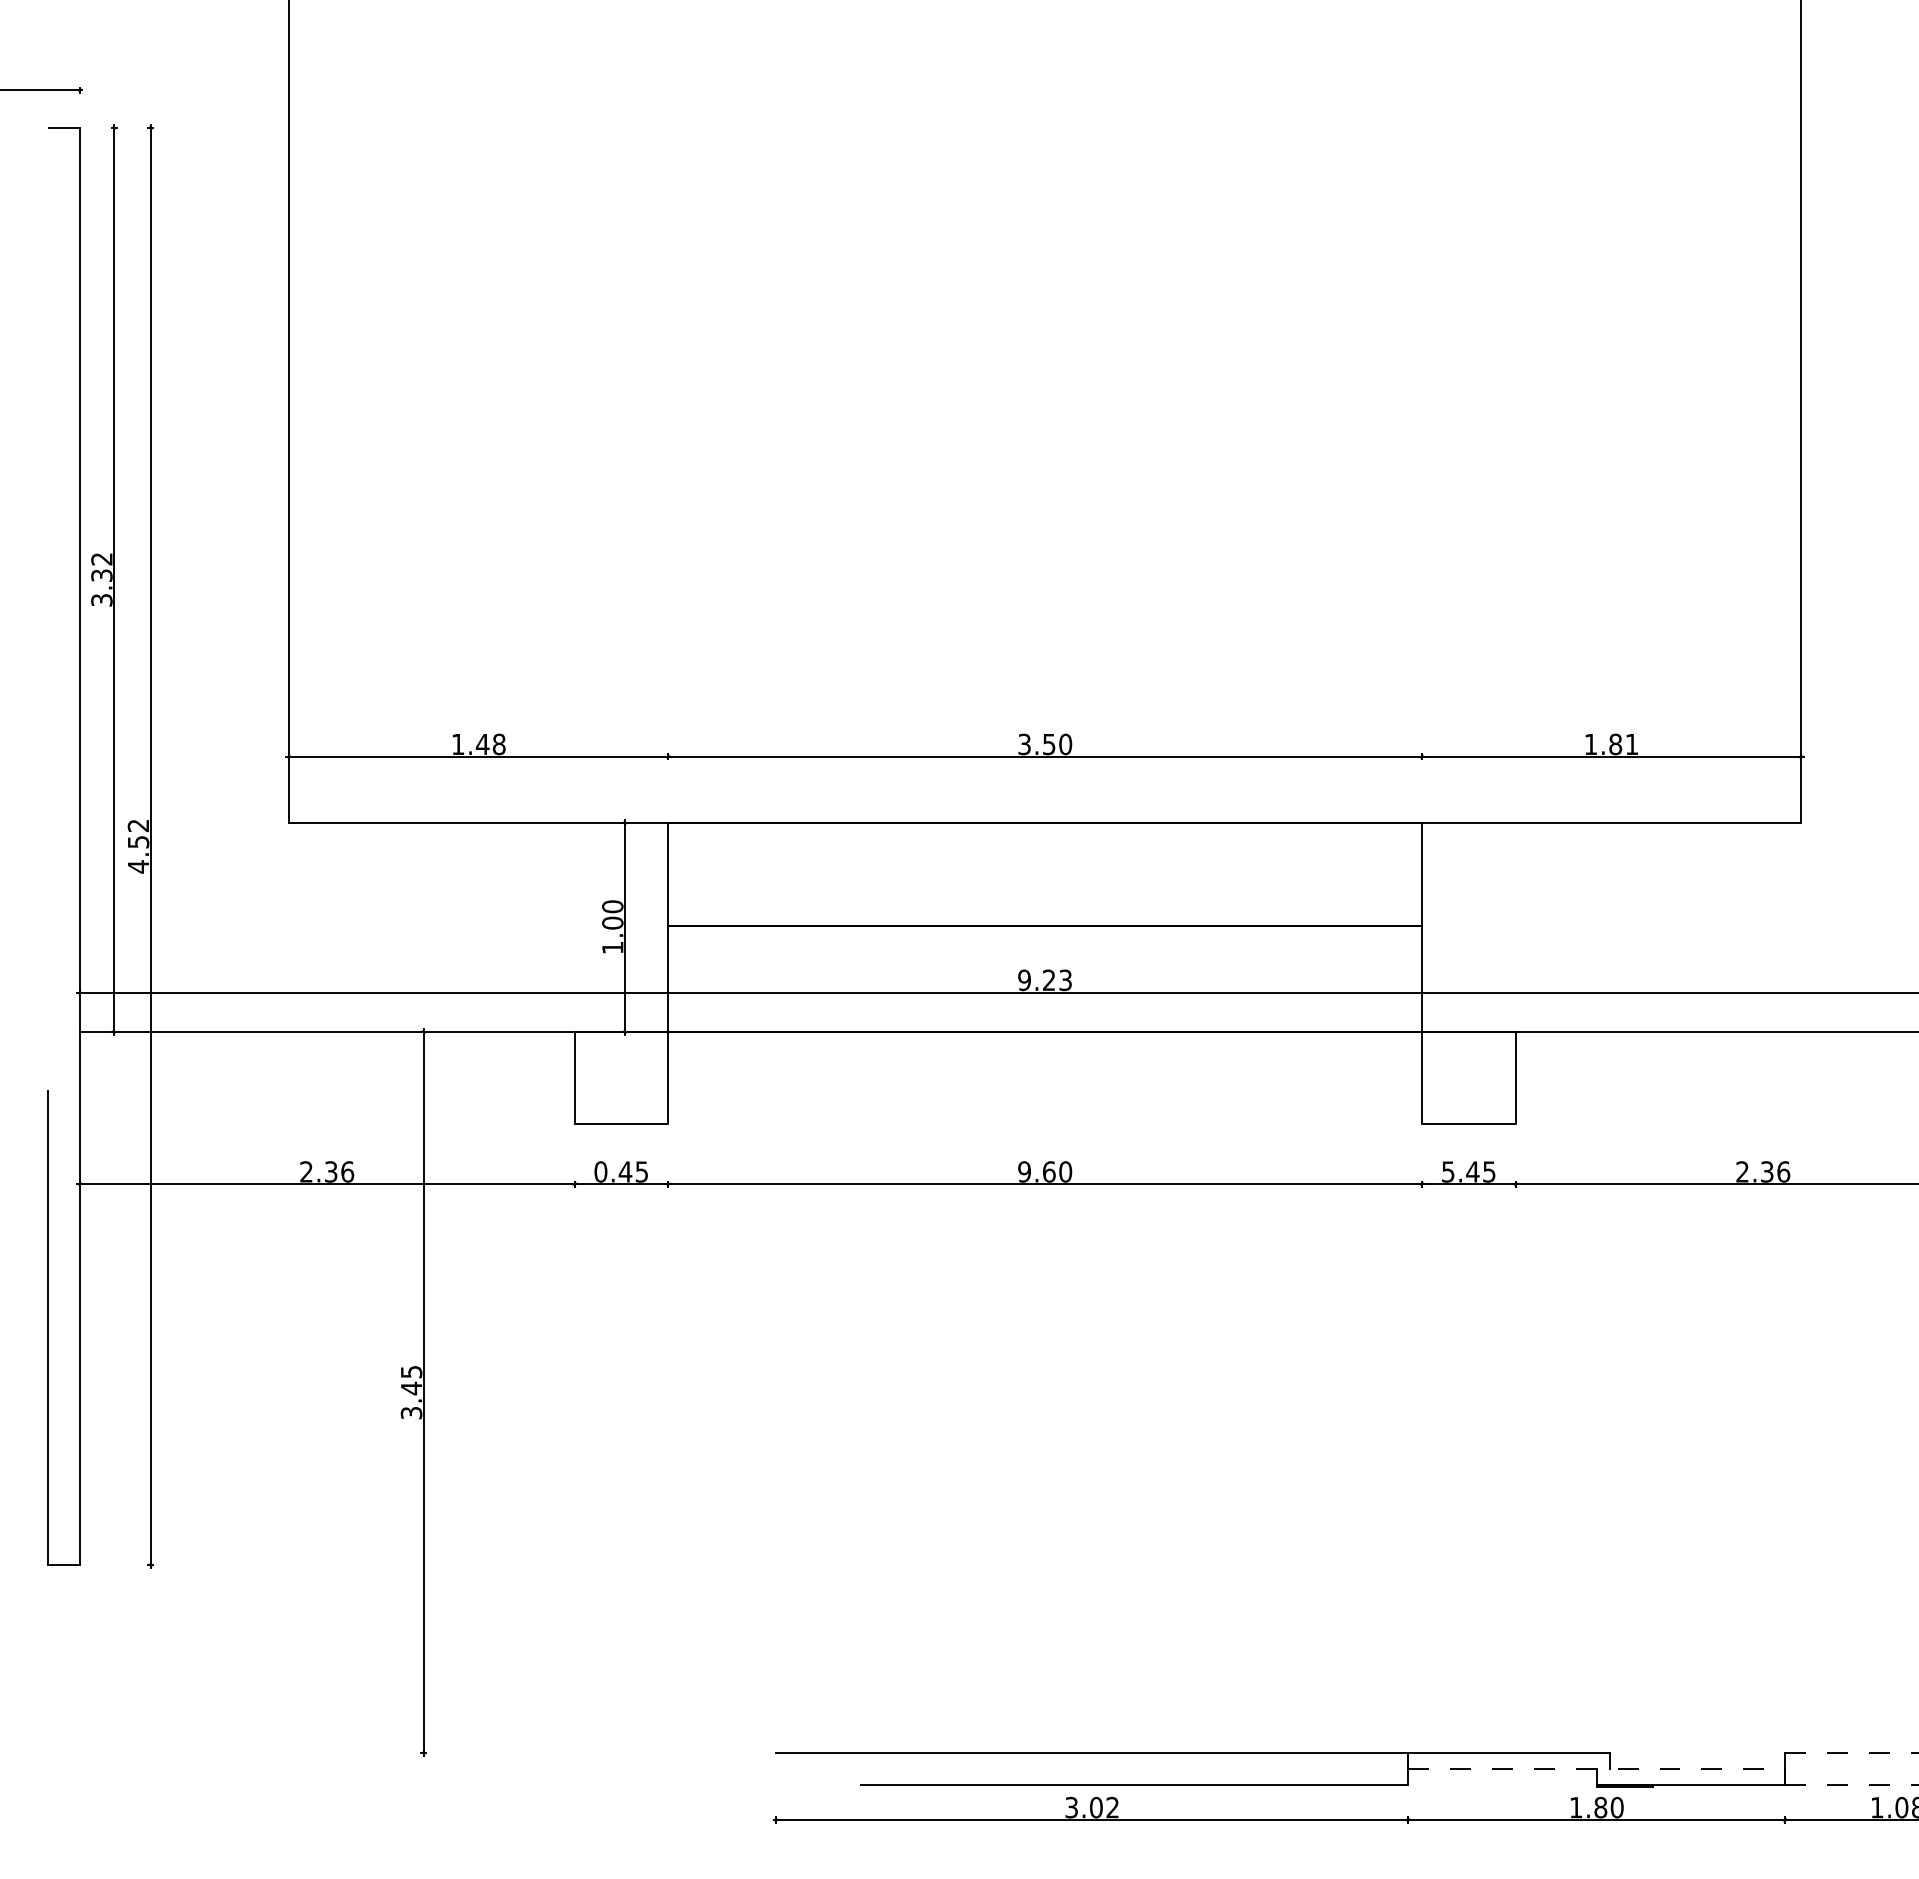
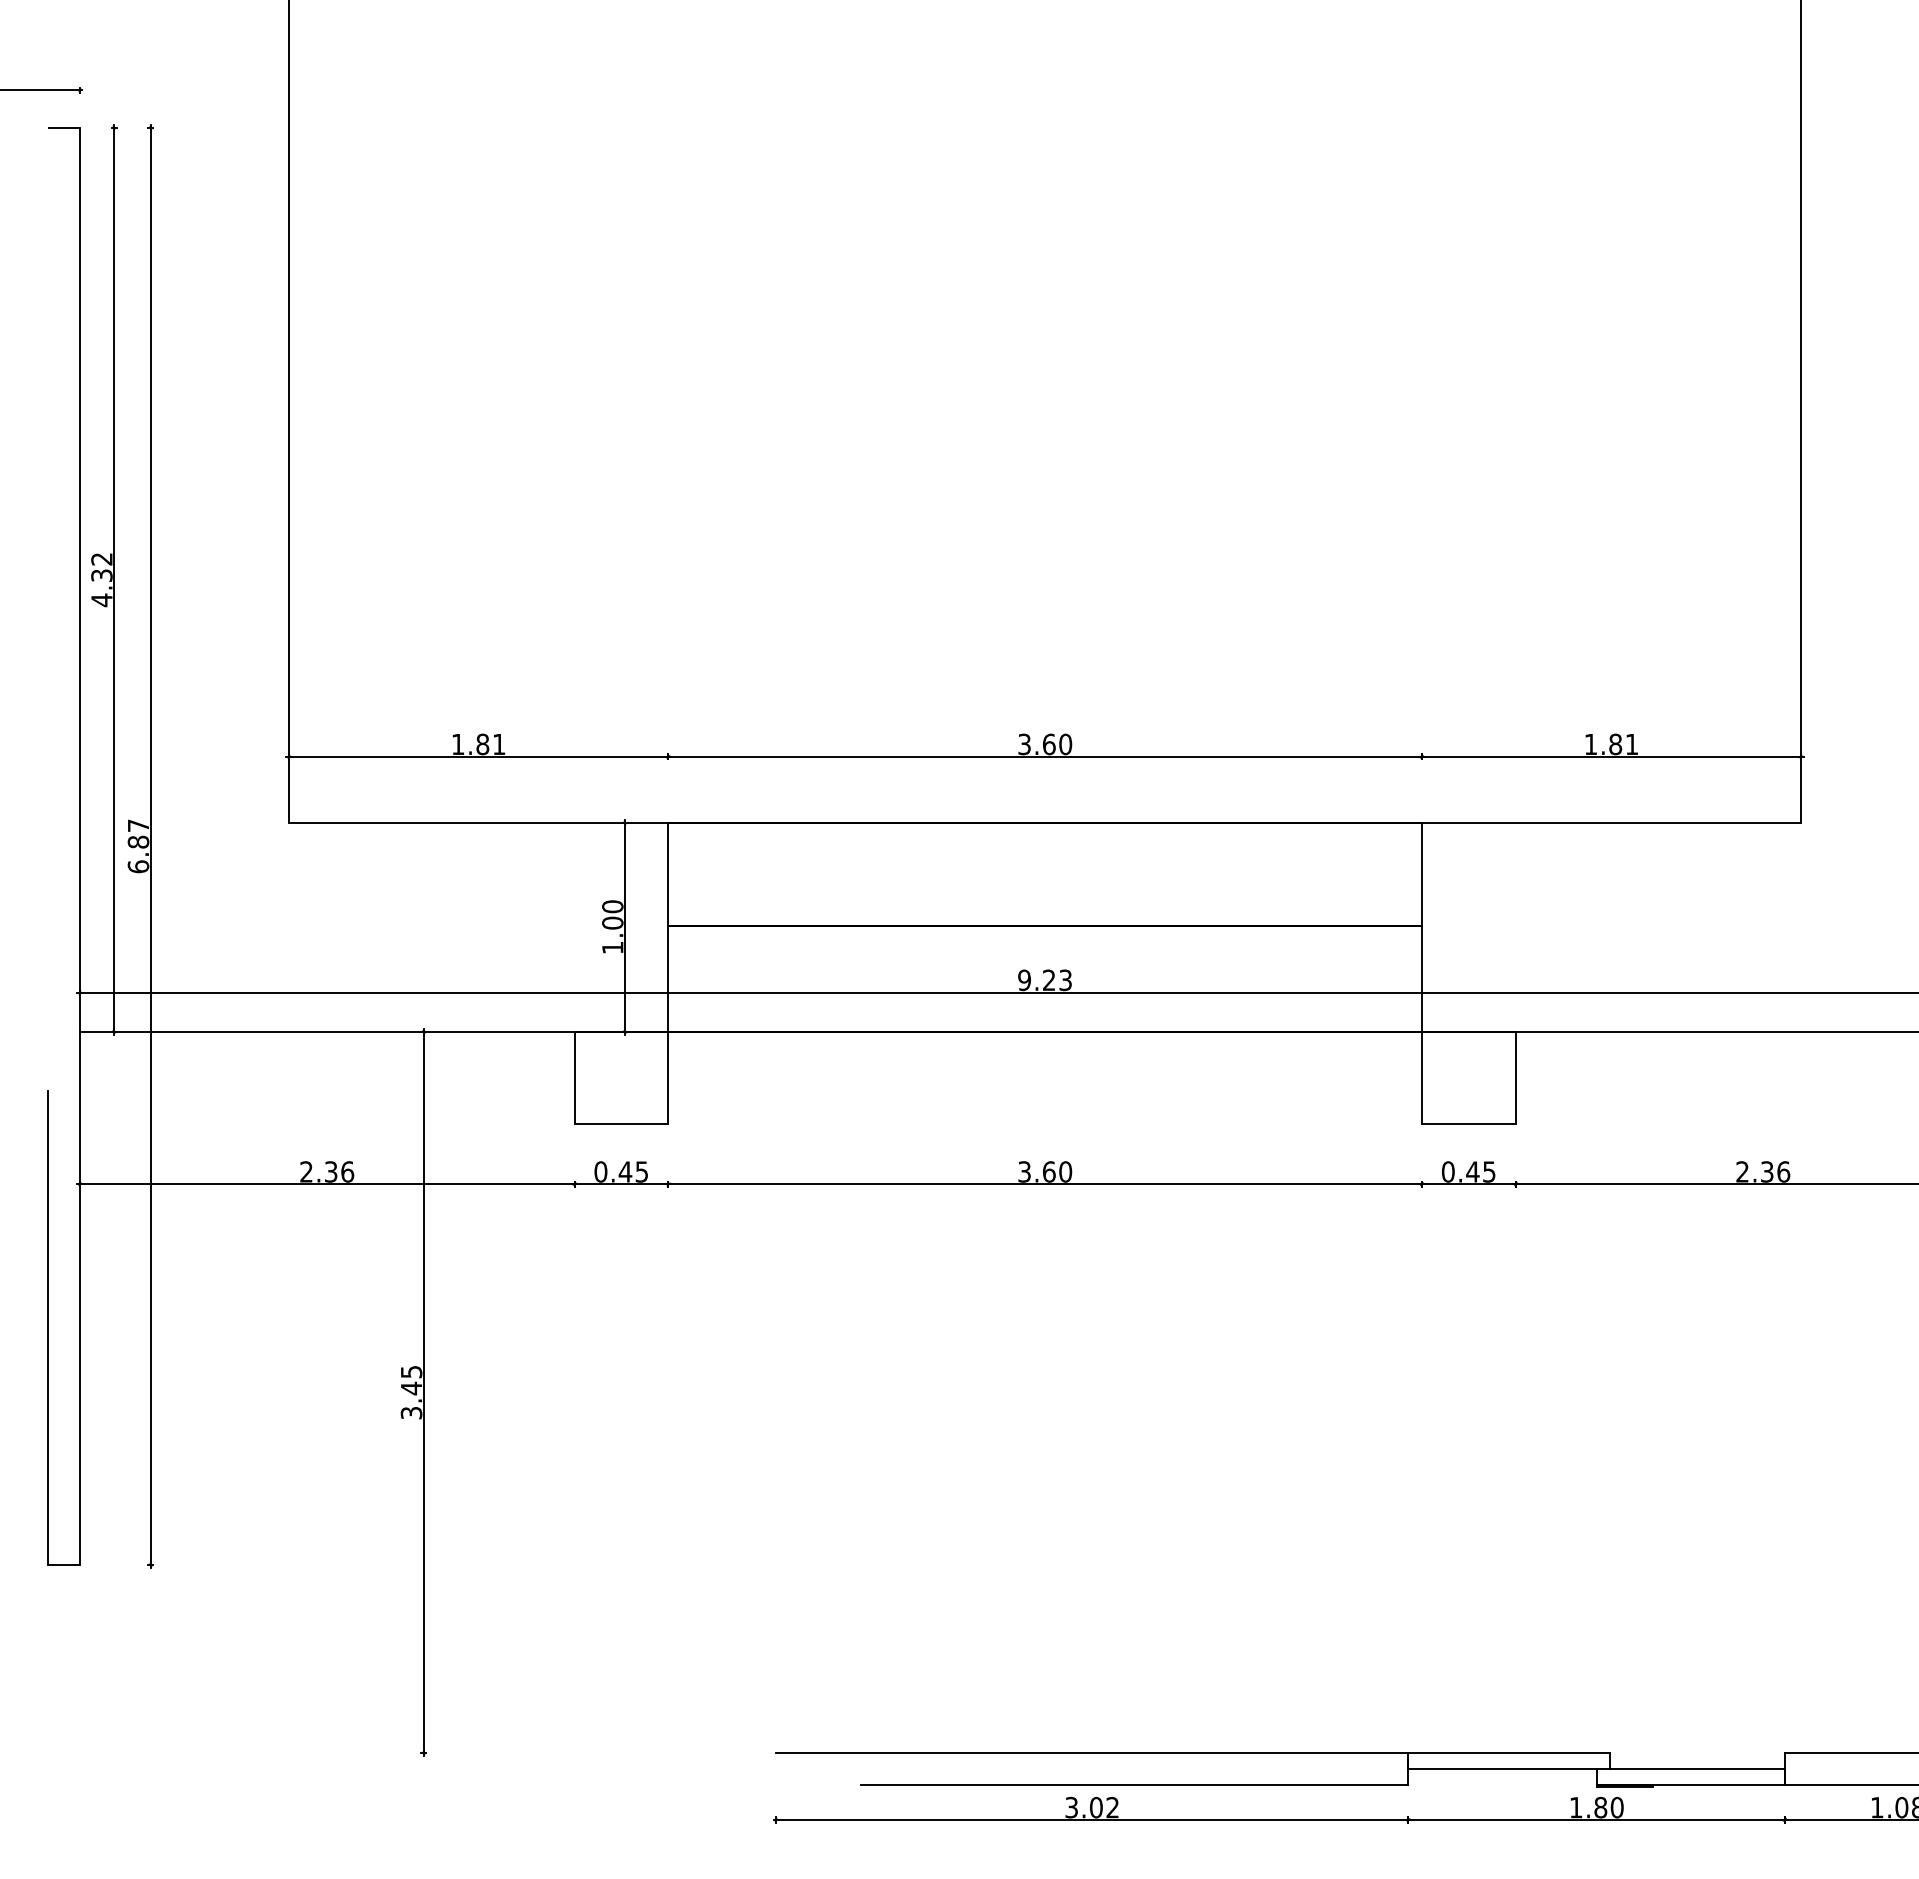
text at (101, 600): 3.32 -> 4.32
text at (490, 744): 1.48 -> 1.81
text at (1048, 744): 3.50 -> 3.60
text at (138, 846): 4.52 -> 6.87
text at (1024, 1171): 9.60 -> 3.60
text at (1447, 1171): 5.45 -> 0.45
line at (1851, 1753): dashed -> solid
line at (1597, 1768): dashed -> solid
line at (1851, 1784): dashed -> solid
